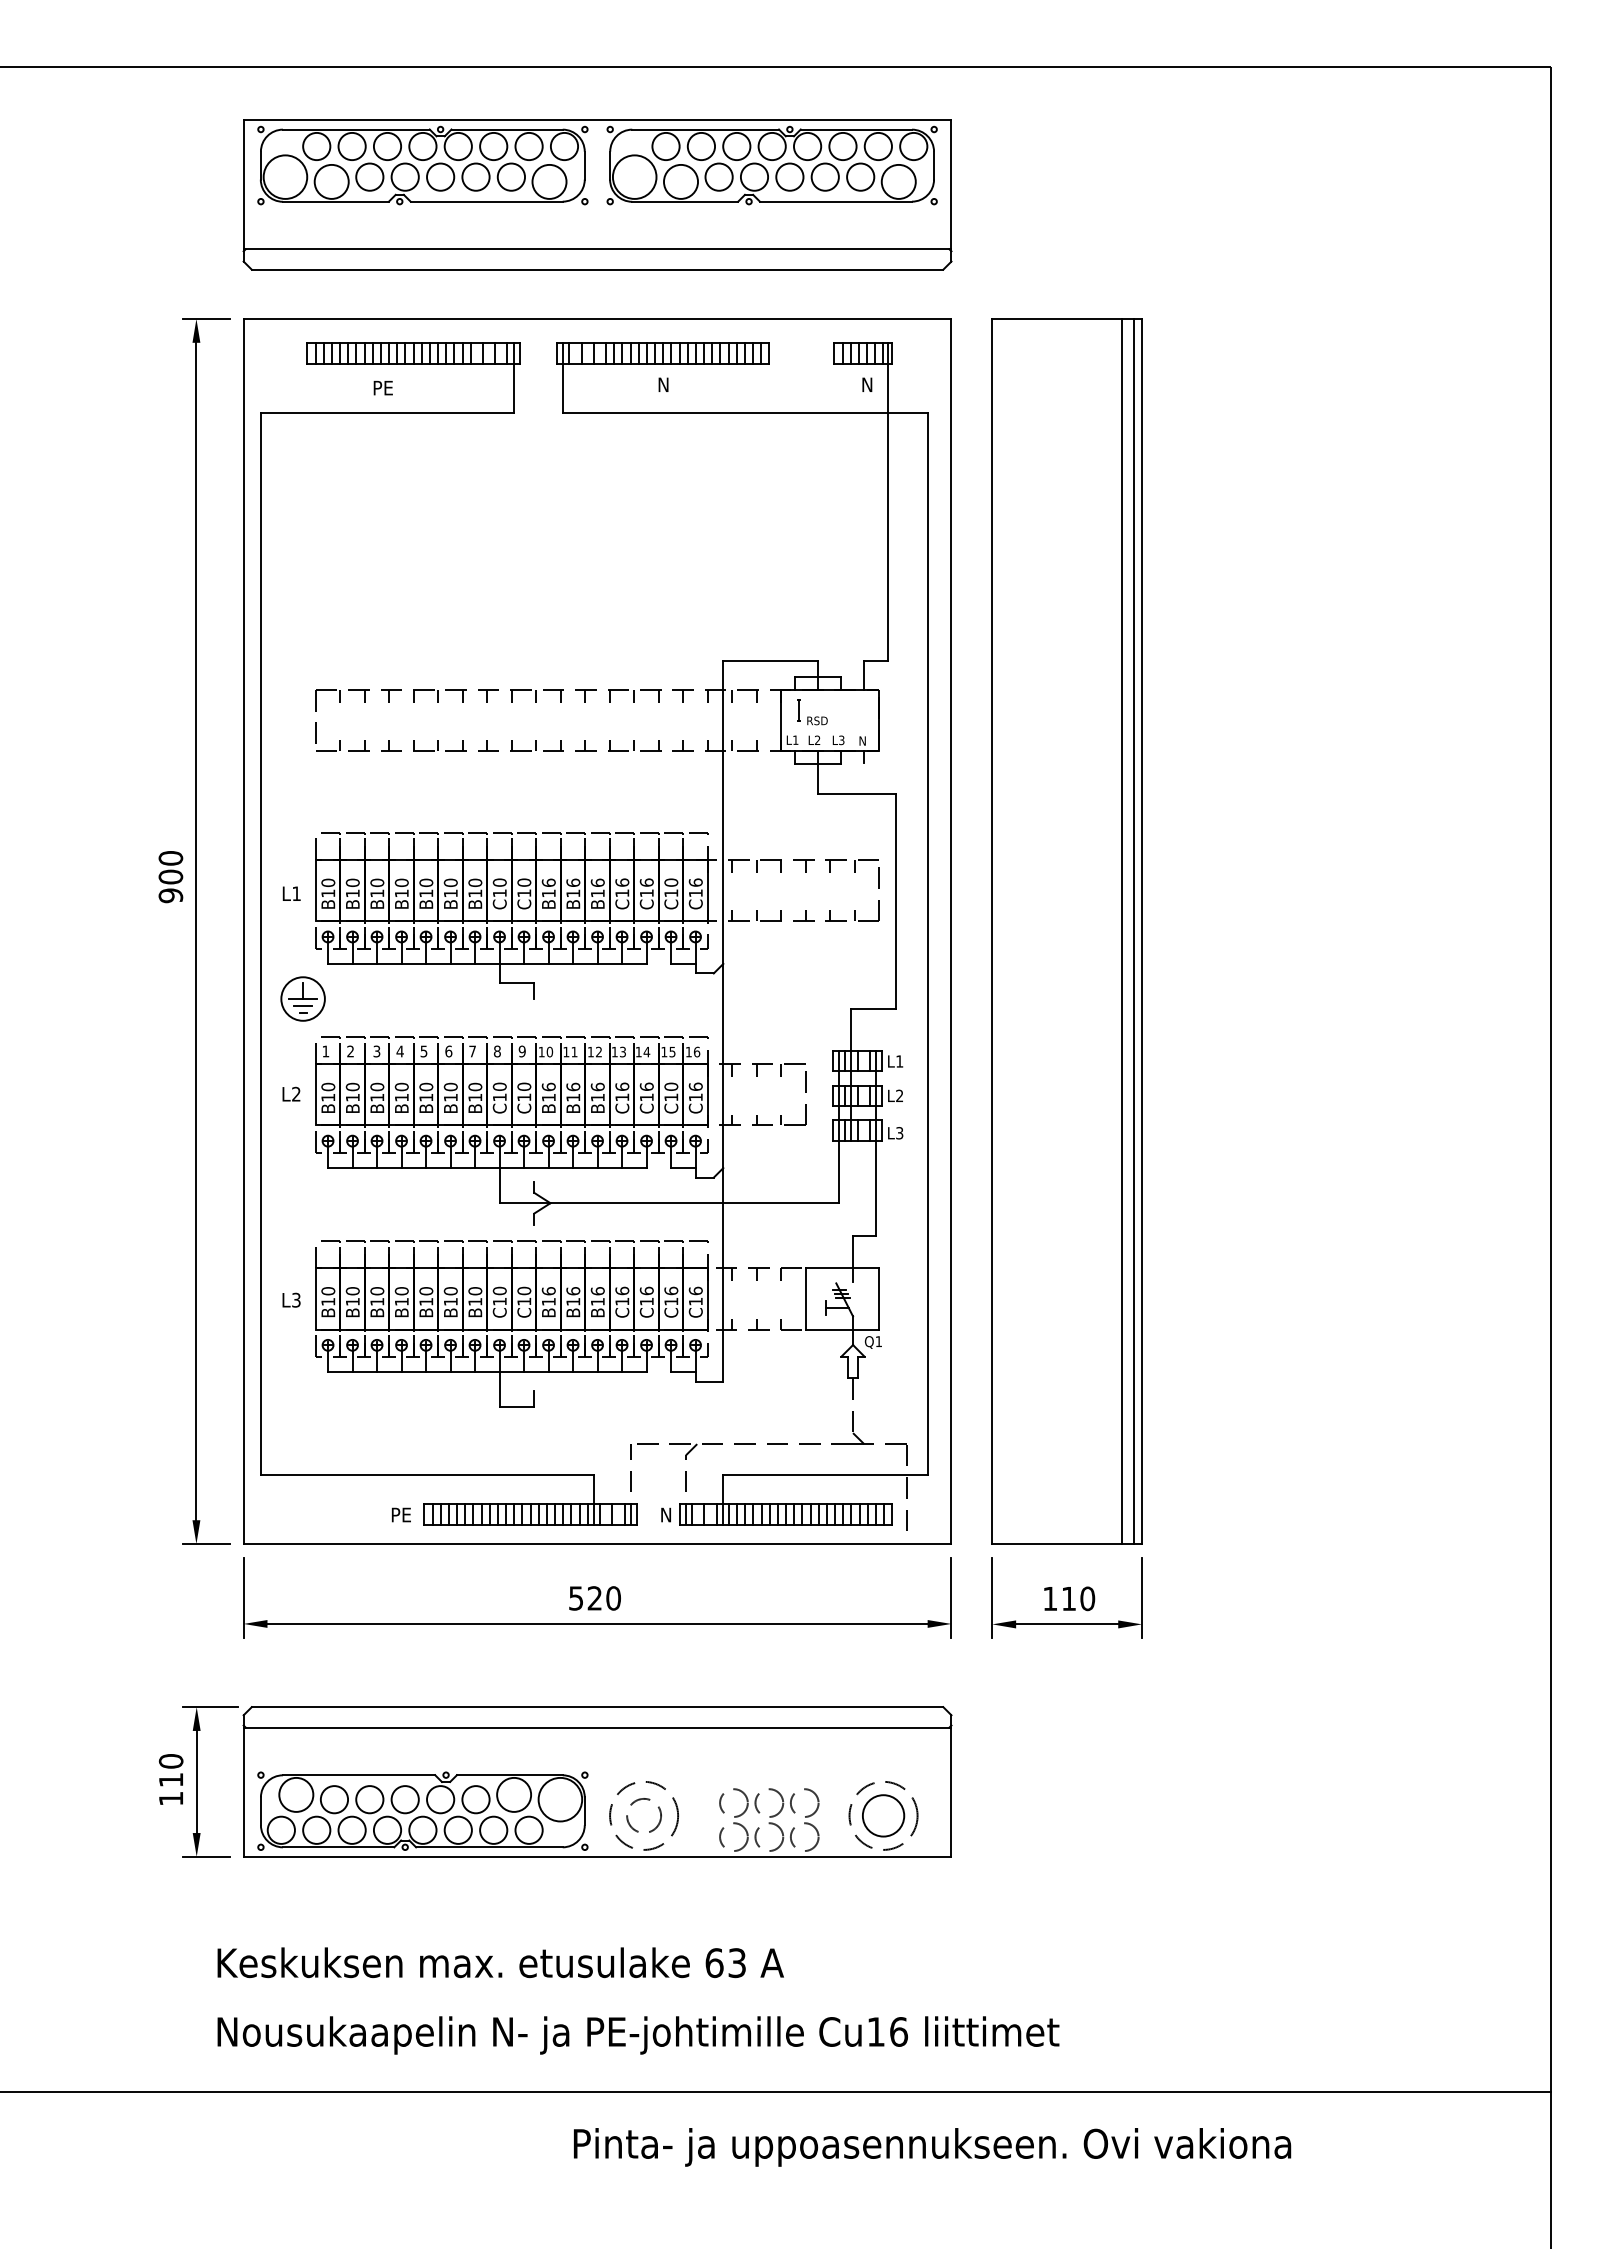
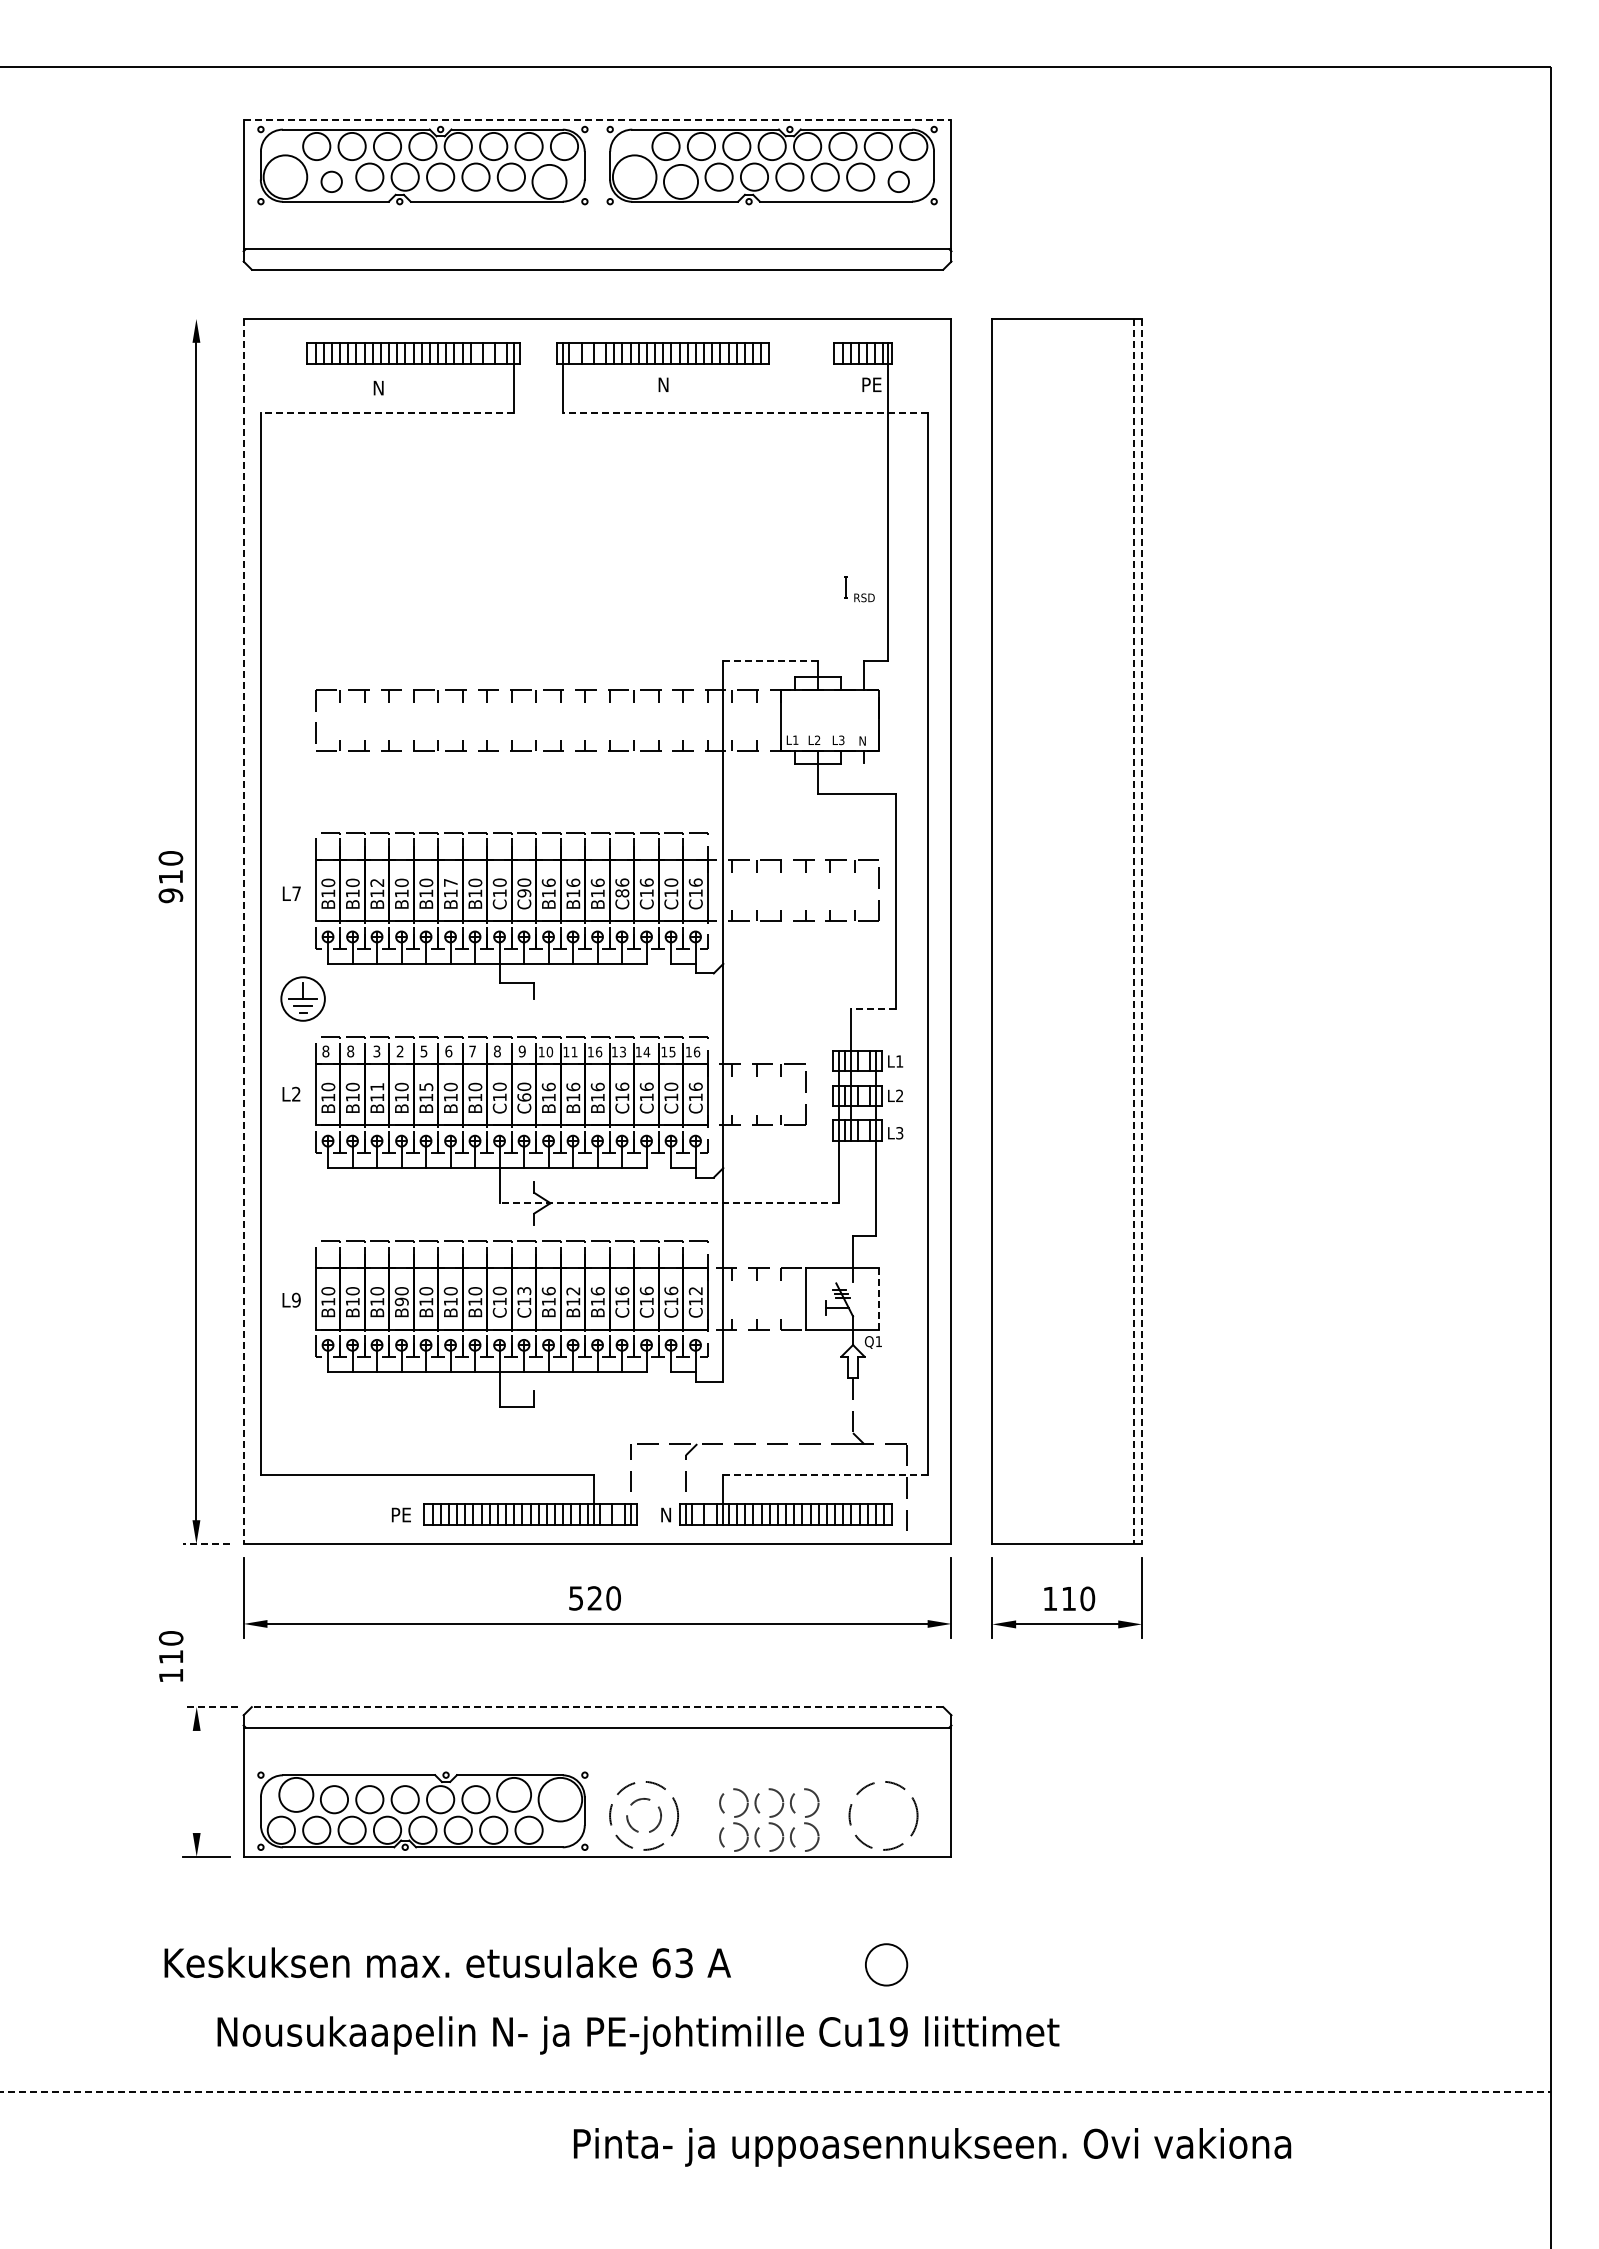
line at (597, 120): solid -> dashed
circle at (331, 181) diameter: 34 px -> 20 px
circle at (898, 181) diameter: 34 px -> 20 px
line at (206, 319): present -> none
text at (872, 384): N -> PE
text at (383, 387): PE -> N
line at (386, 413): solid -> dashed
line at (745, 413): solid -> dashed
line at (771, 660): solid -> dashed
part at (812, 712) position: (812, 712) -> (859, 589)
text at (170, 876): 900 -> 910
text at (377, 882): B10 -> B12
text at (450, 882): B10 -> B17
text at (296, 893): L1 -> L7
text at (524, 893): C10 -> C90
text at (622, 893): C16 -> C86
line at (243, 931): solid -> dashed
line at (1121, 931): present -> none
line at (1133, 931): solid -> dashed
line at (1142, 931): solid -> dashed
line at (873, 1009): solid -> dashed
text at (325, 1051): 1 -> 8
text at (350, 1051): 2 -> 8
text at (399, 1051): 4 -> 2
text at (598, 1051): 12 -> 16
text at (377, 1086): B10 -> B11
text at (426, 1086): B10 -> B15
text at (524, 1097): C10 -> C60
line at (669, 1203): solid -> dashed
text at (524, 1290): C10 -> C13
text at (695, 1290): C16 -> C12
text at (573, 1291): B16 -> B12
text at (296, 1299): L3 -> L9
line at (879, 1299): solid -> dashed
text at (401, 1301): B10 -> B90
line at (825, 1475): solid -> dashed
line at (206, 1544): solid -> dashed
line at (210, 1707): solid -> dashed
line at (597, 1707): solid -> dashed
text at (170, 1779) position: (170, 1779) -> (170, 1656)
line at (196, 1781): present -> none
circle at (883, 1815) position: (883, 1815) -> (886, 1964)
text at (500, 1962) position: (500, 1962) -> (447, 1962)
text at (898, 2031): Cu16 -> Cu19
line at (776, 2092): solid -> dashed
